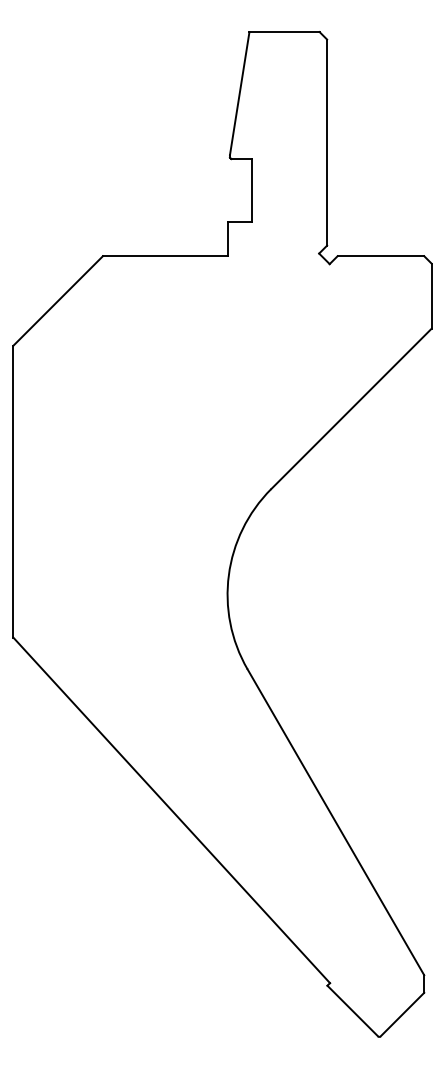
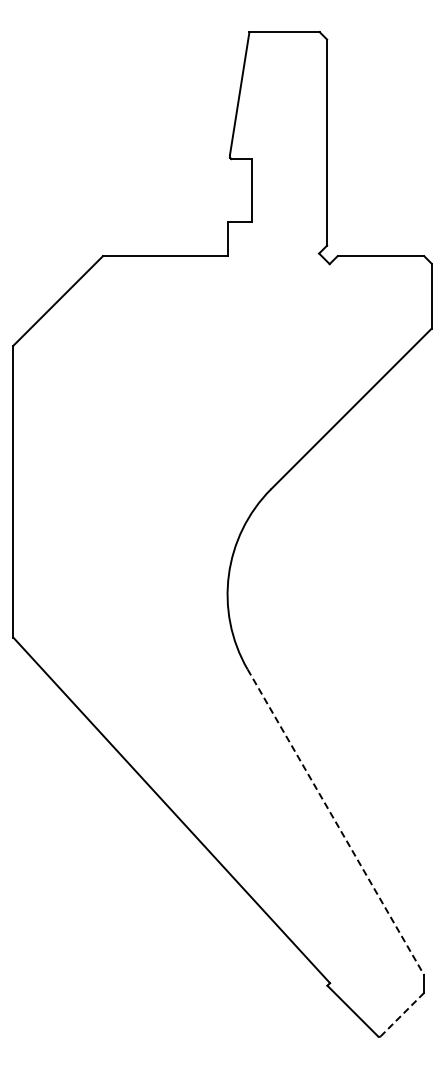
line at (335, 822): solid -> dashed
line at (402, 1014): solid -> dashed
